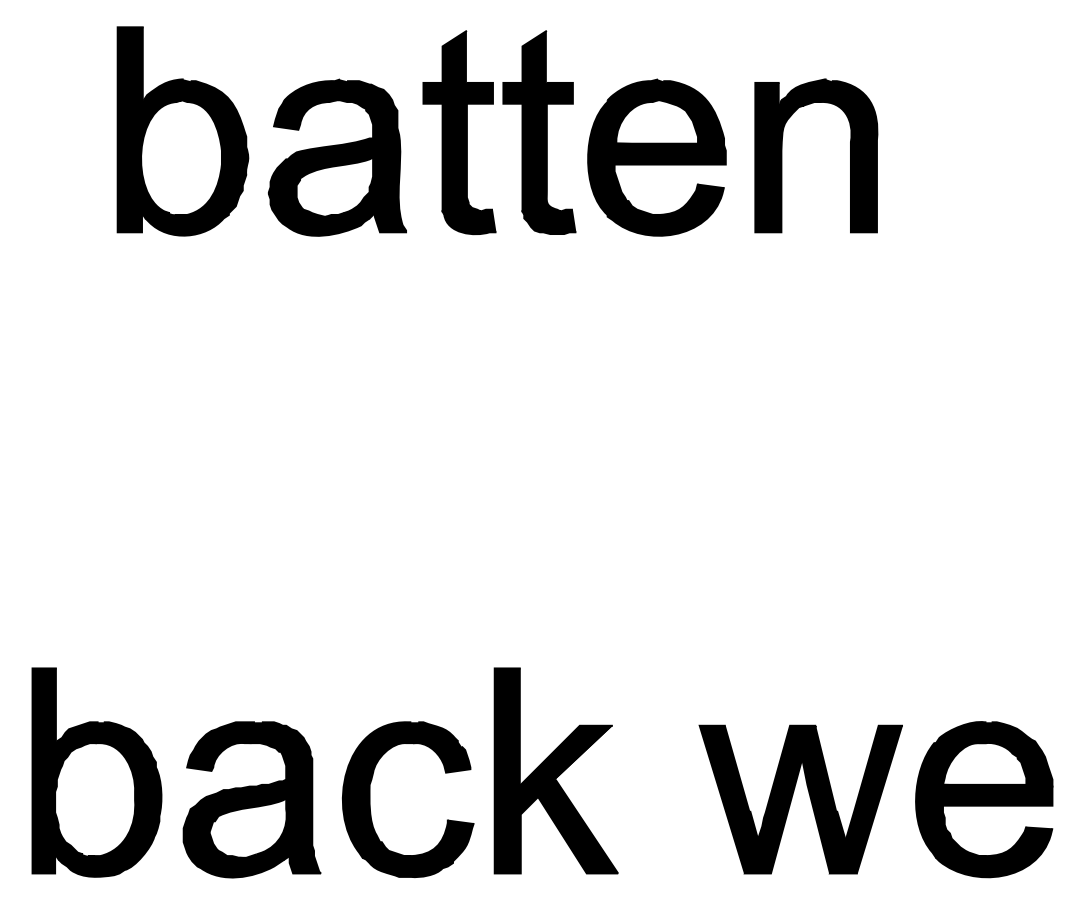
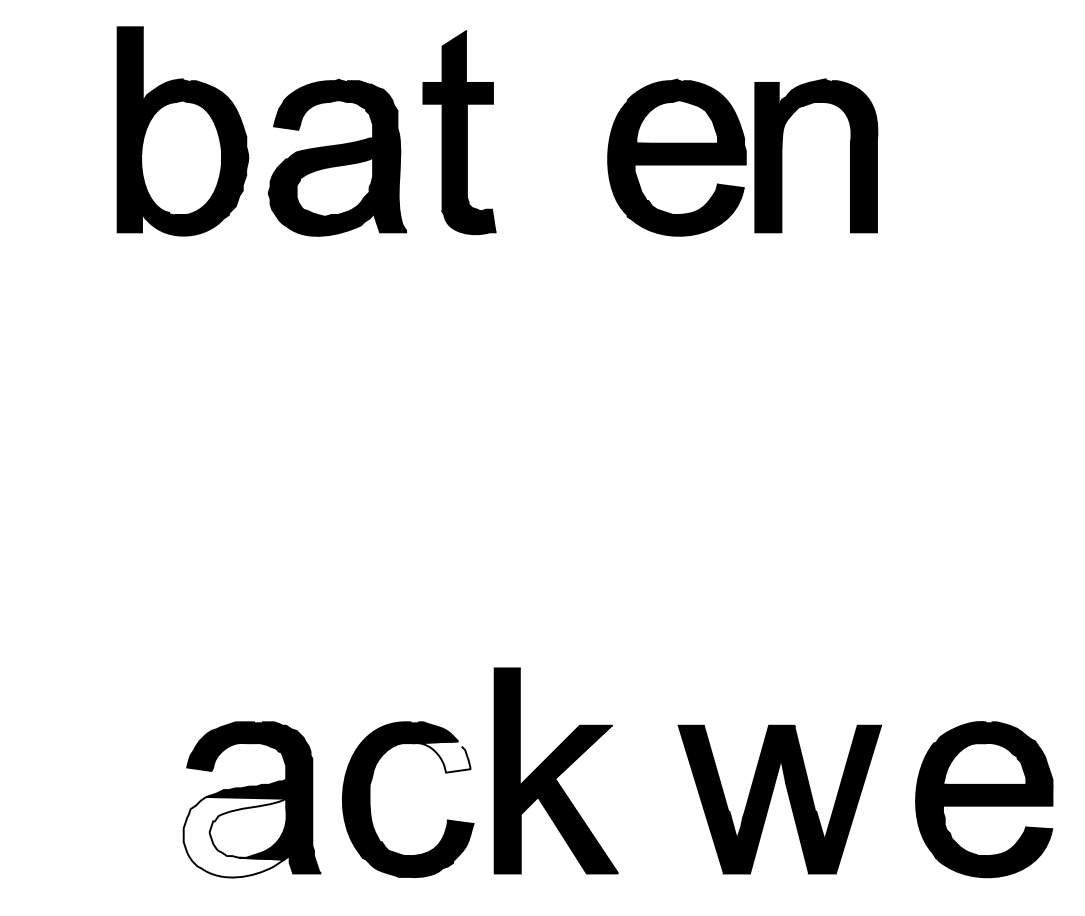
part at (539, 132): present -> none
part at (656, 157) position: (656, 157) -> (676, 157)
fill at (441, 756): present -> none
part at (96, 772): present -> none
part at (792, 799) position: (792, 799) -> (771, 799)
fill at (234, 837): present -> none
